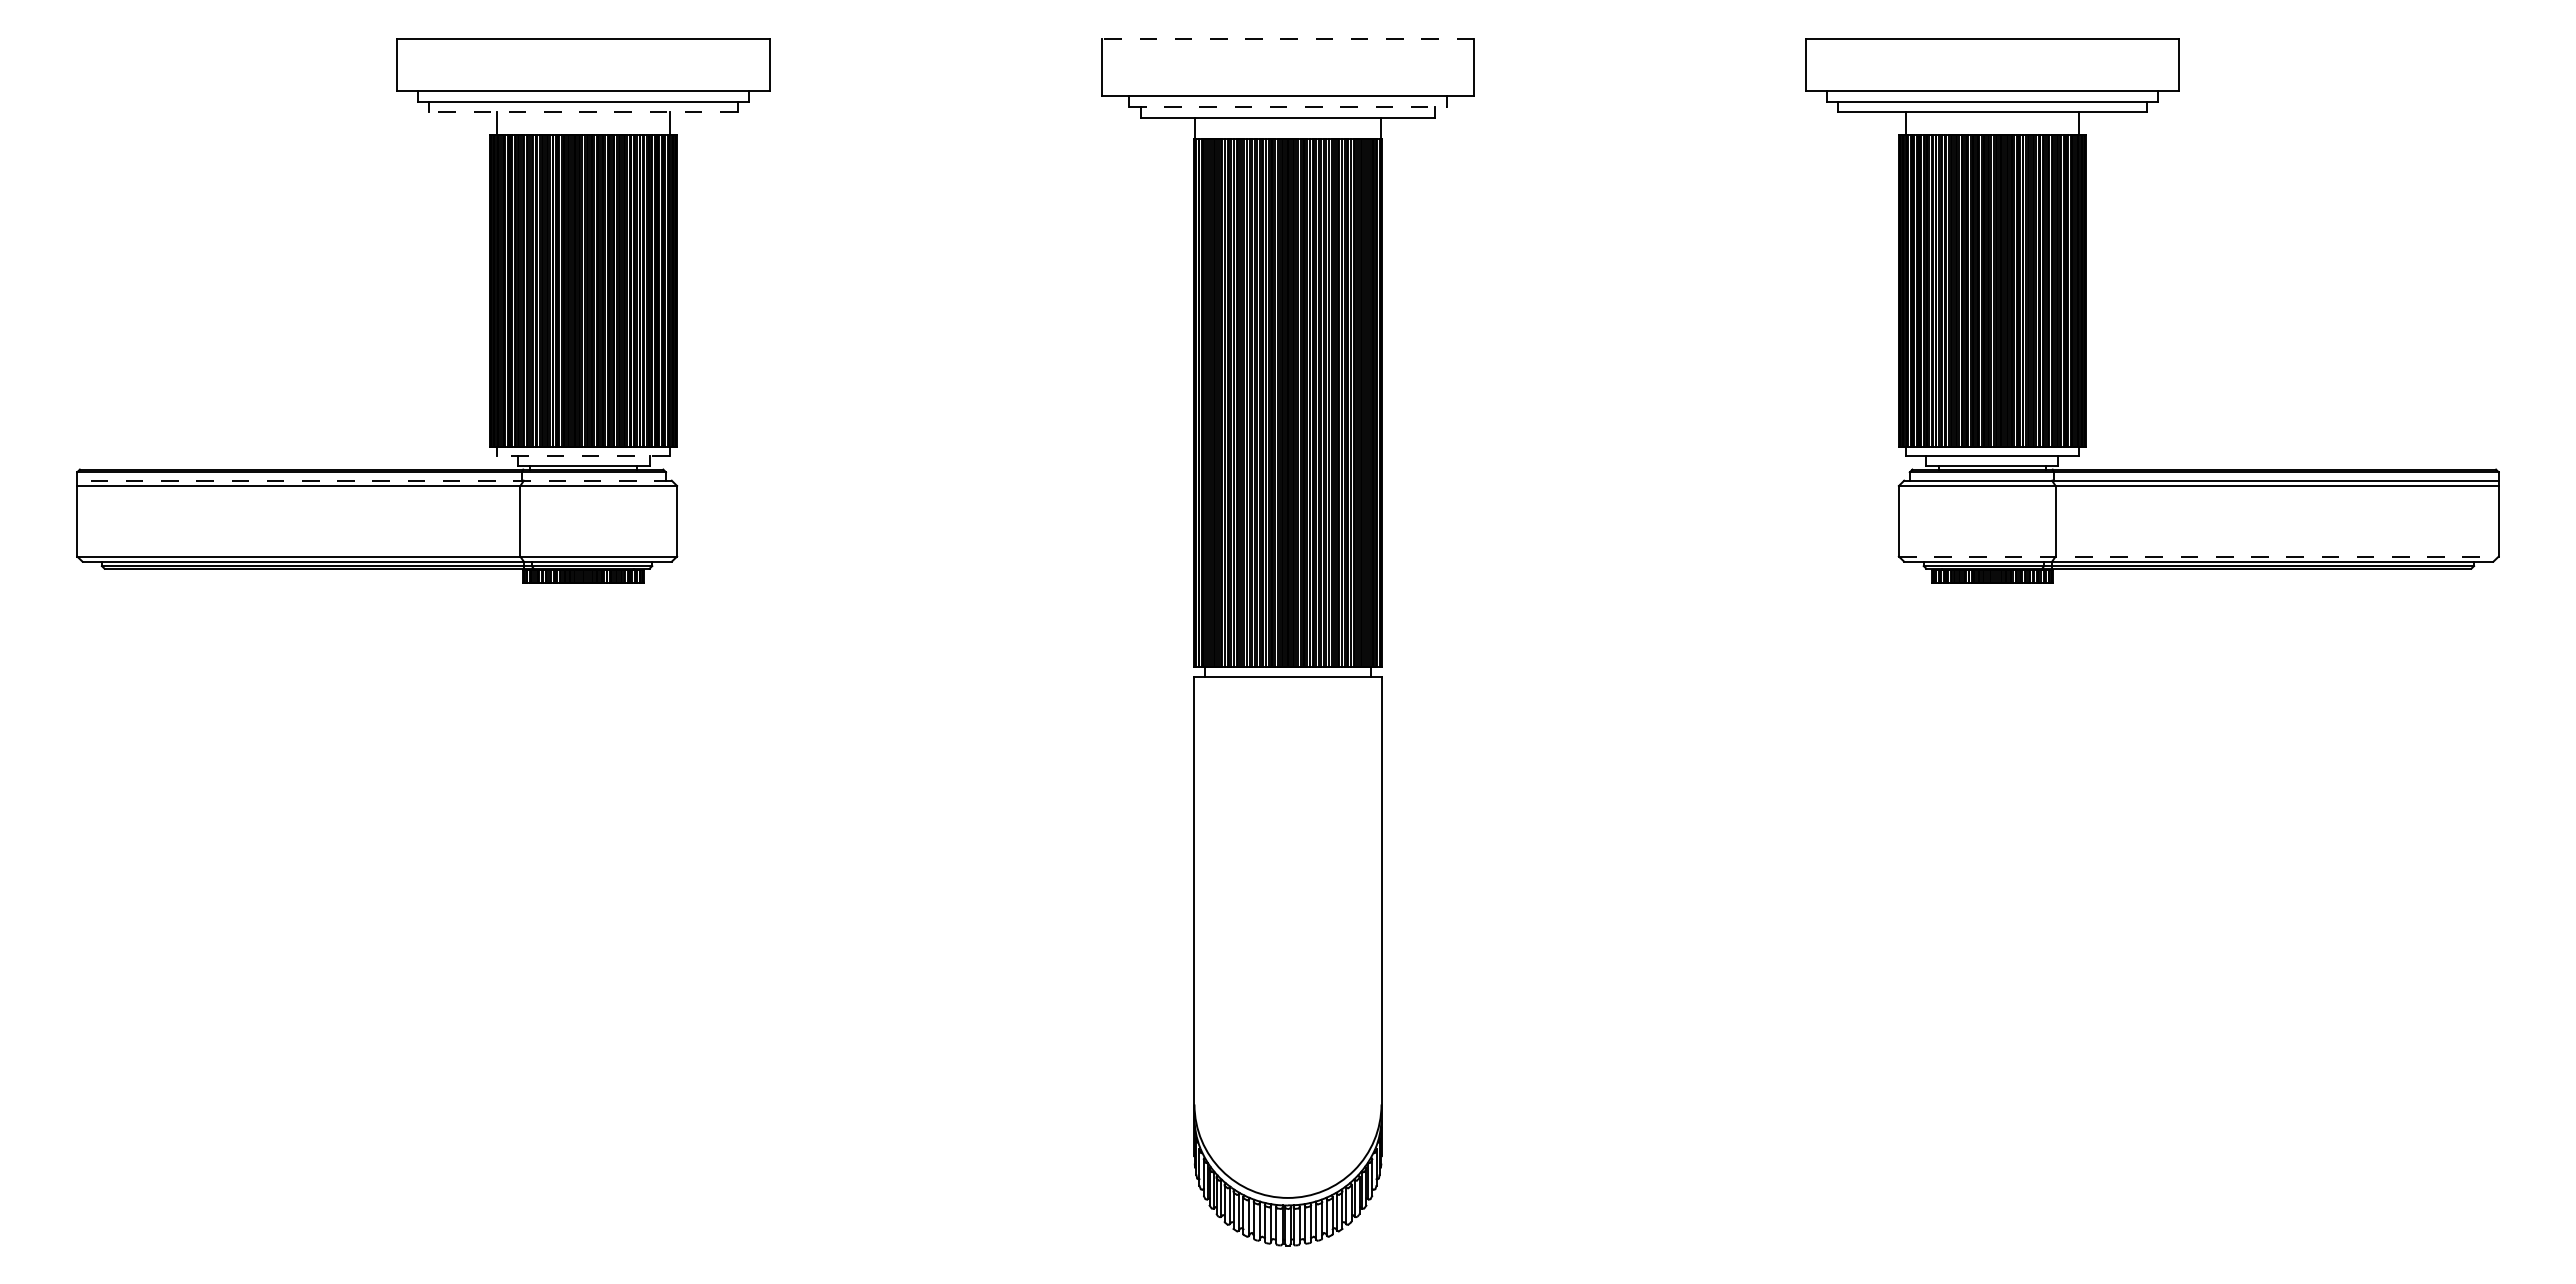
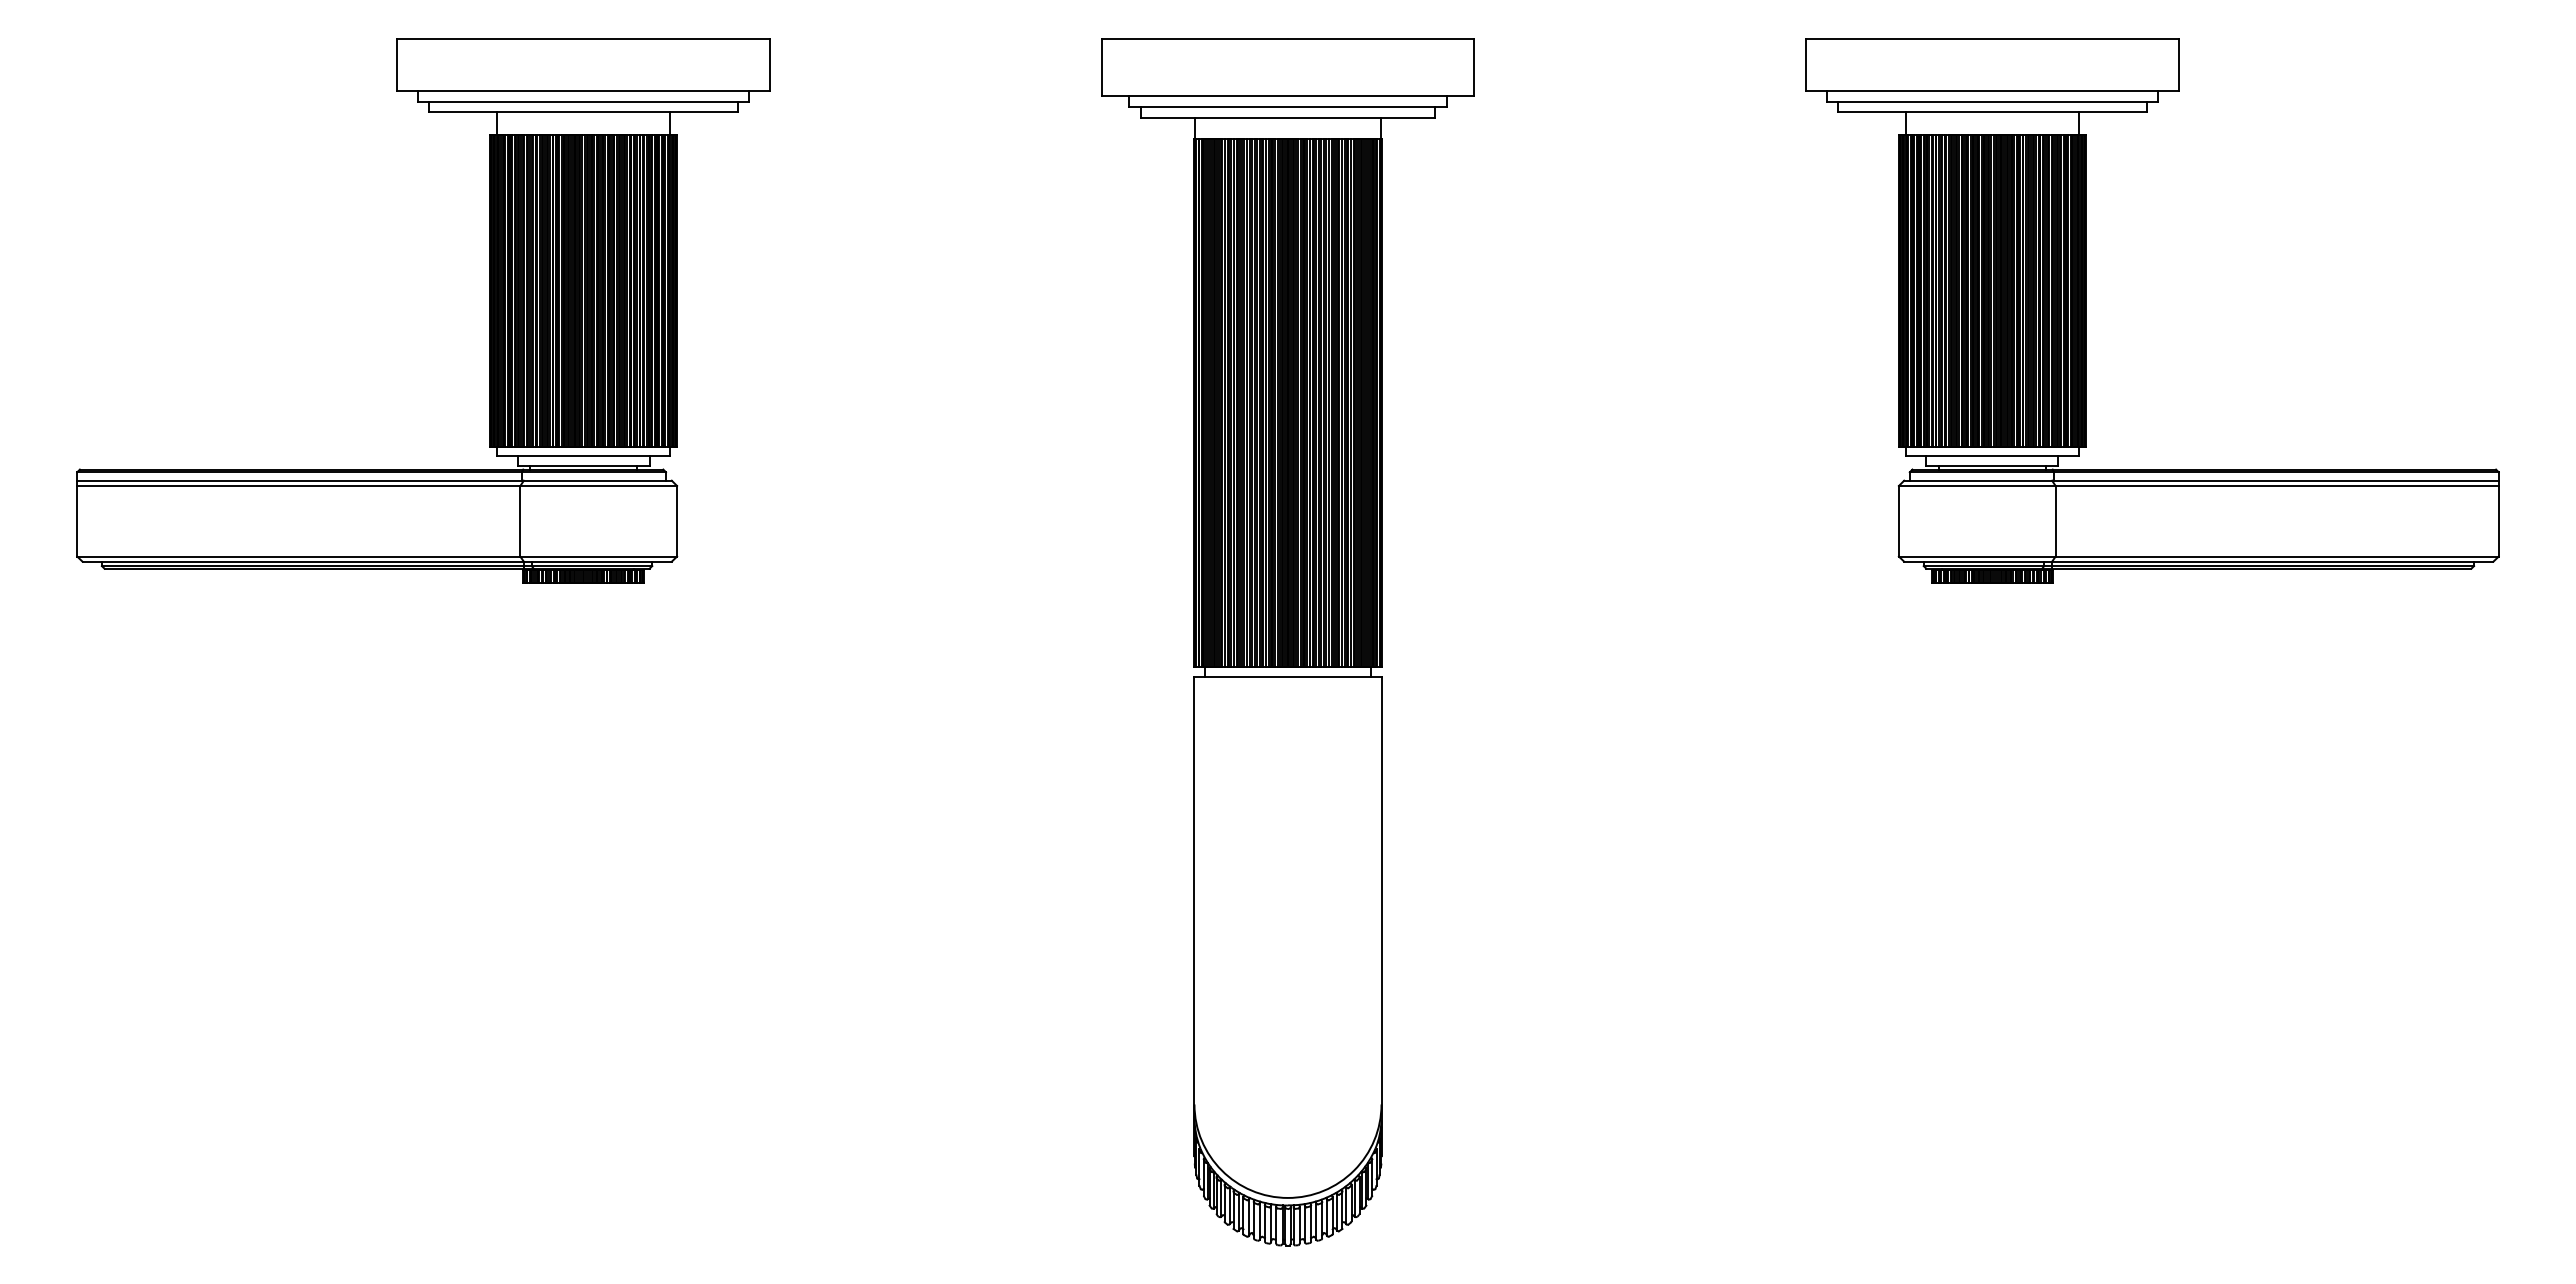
line at (1287, 39): dashed -> solid
line at (1287, 106): dashed -> solid
line at (583, 112): dashed -> solid
line at (583, 455): dashed -> solid
line at (374, 480): dashed -> solid
line at (2198, 556): dashed -> solid
